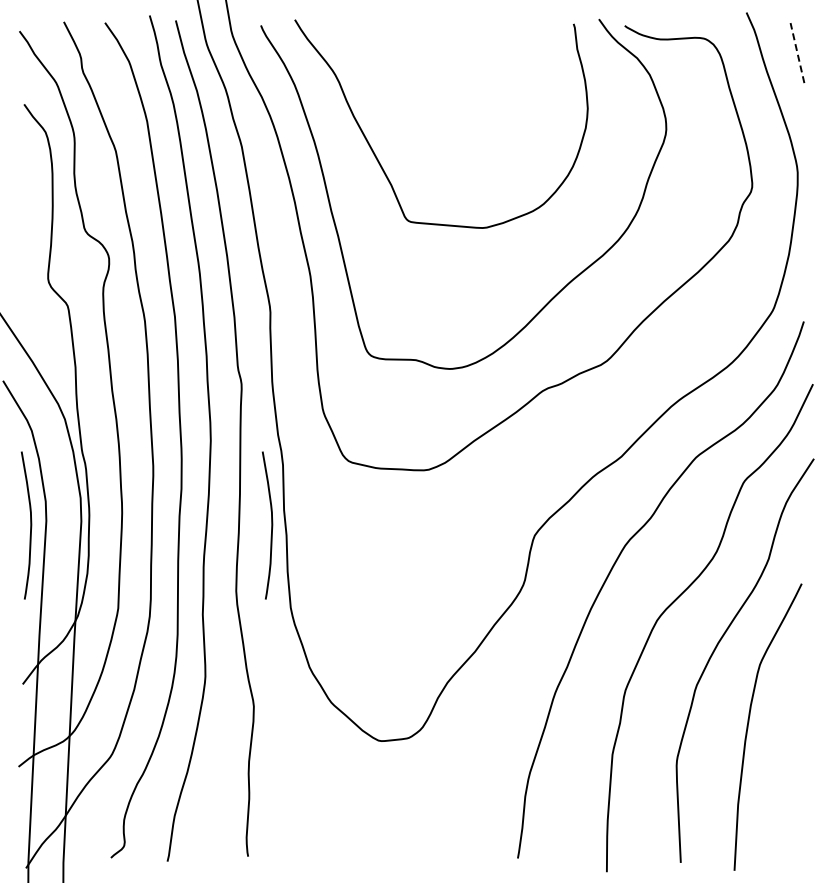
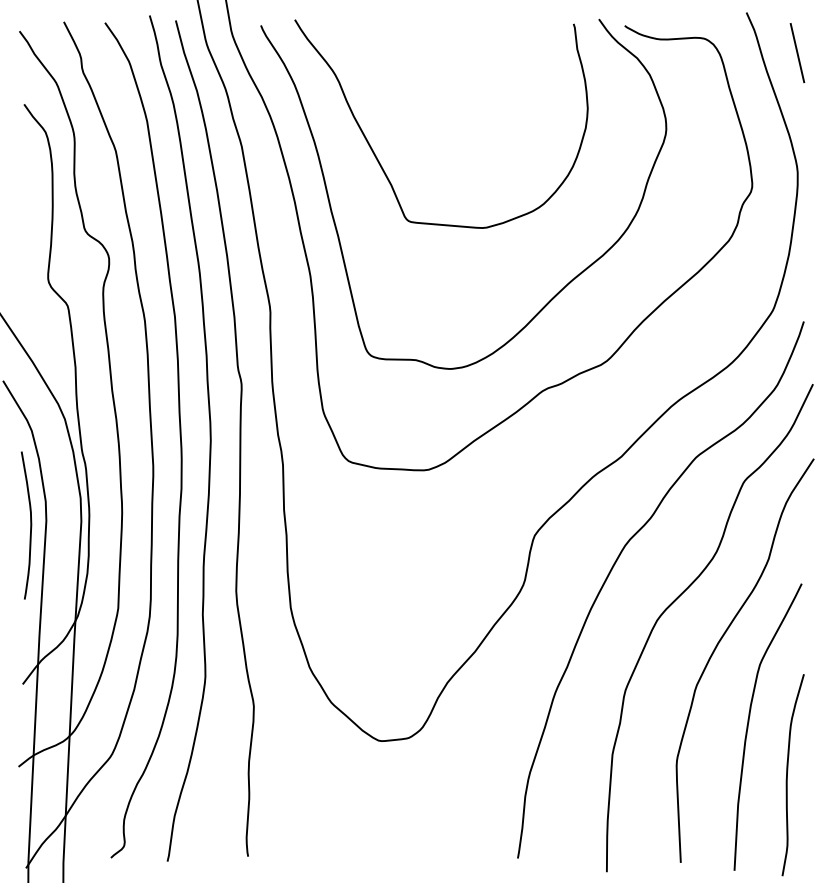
line at (797, 53): dashed -> solid
curve at (271, 525): present -> none
curve at (787, 775): none -> present
